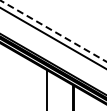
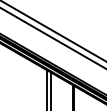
line at (53, 31): dashed -> solid
line at (51, 89): none -> present
